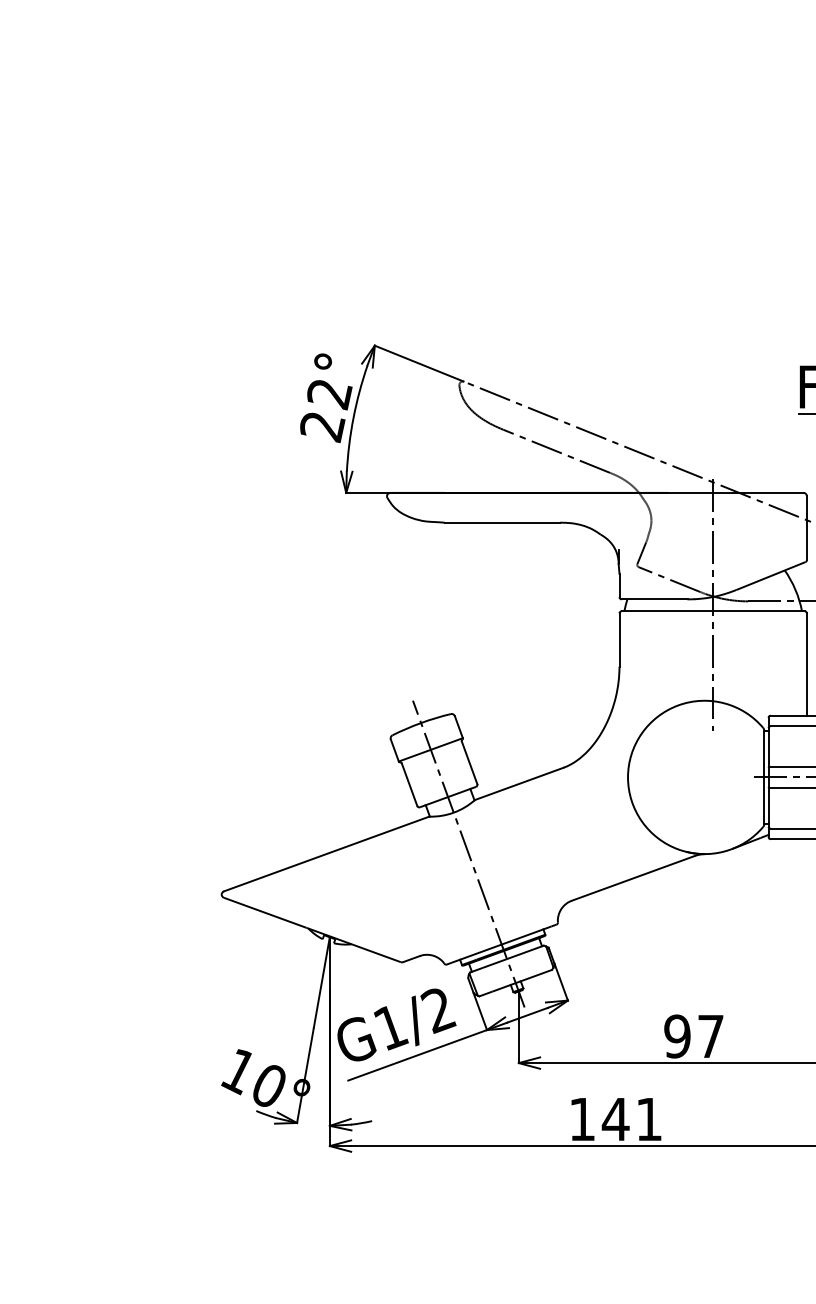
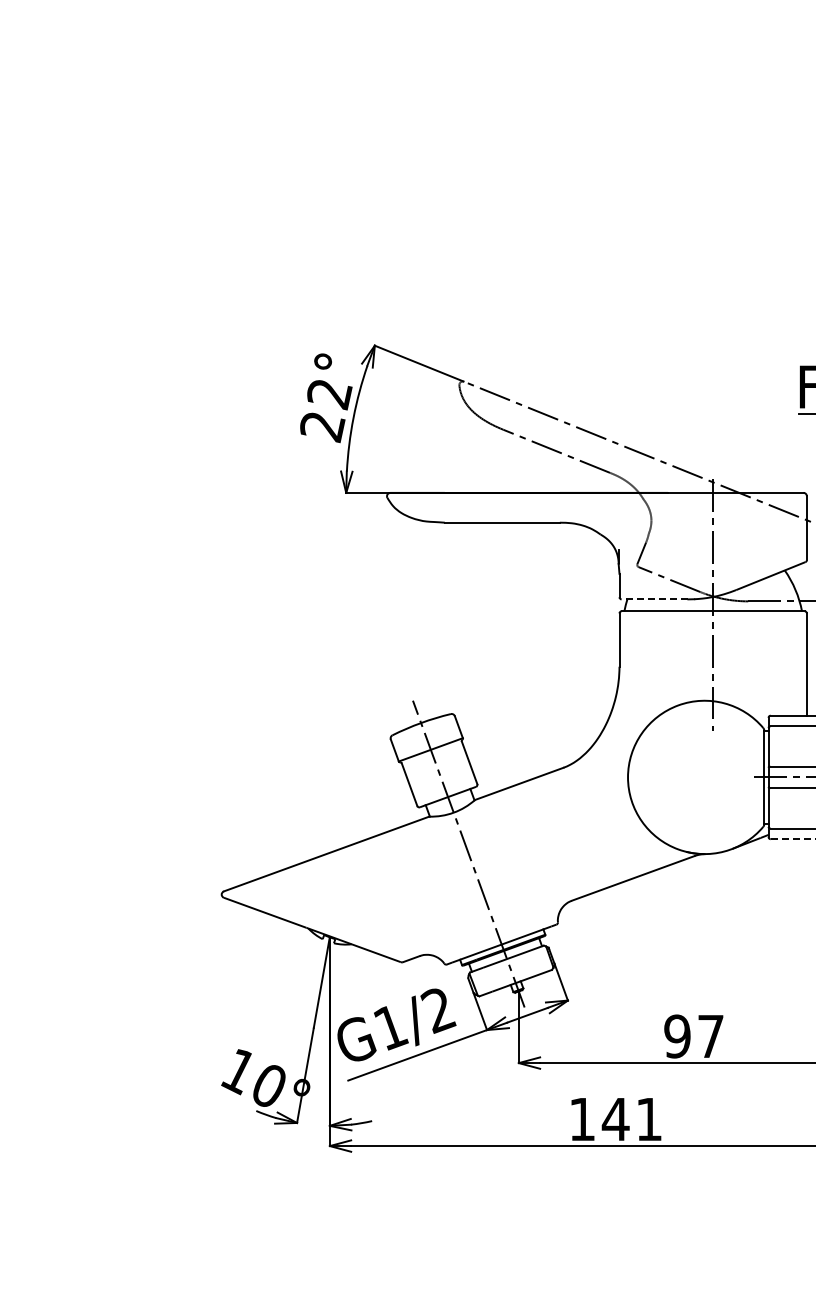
line at (654, 599): solid -> dashed
line at (793, 839): solid -> dashed
